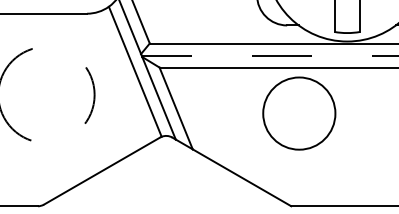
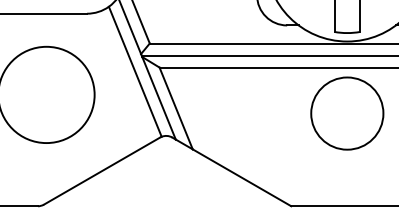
line at (269, 55): dashed -> solid
circle at (47, 94): dashed -> solid
circle at (299, 113) position: (299, 113) -> (347, 113)
